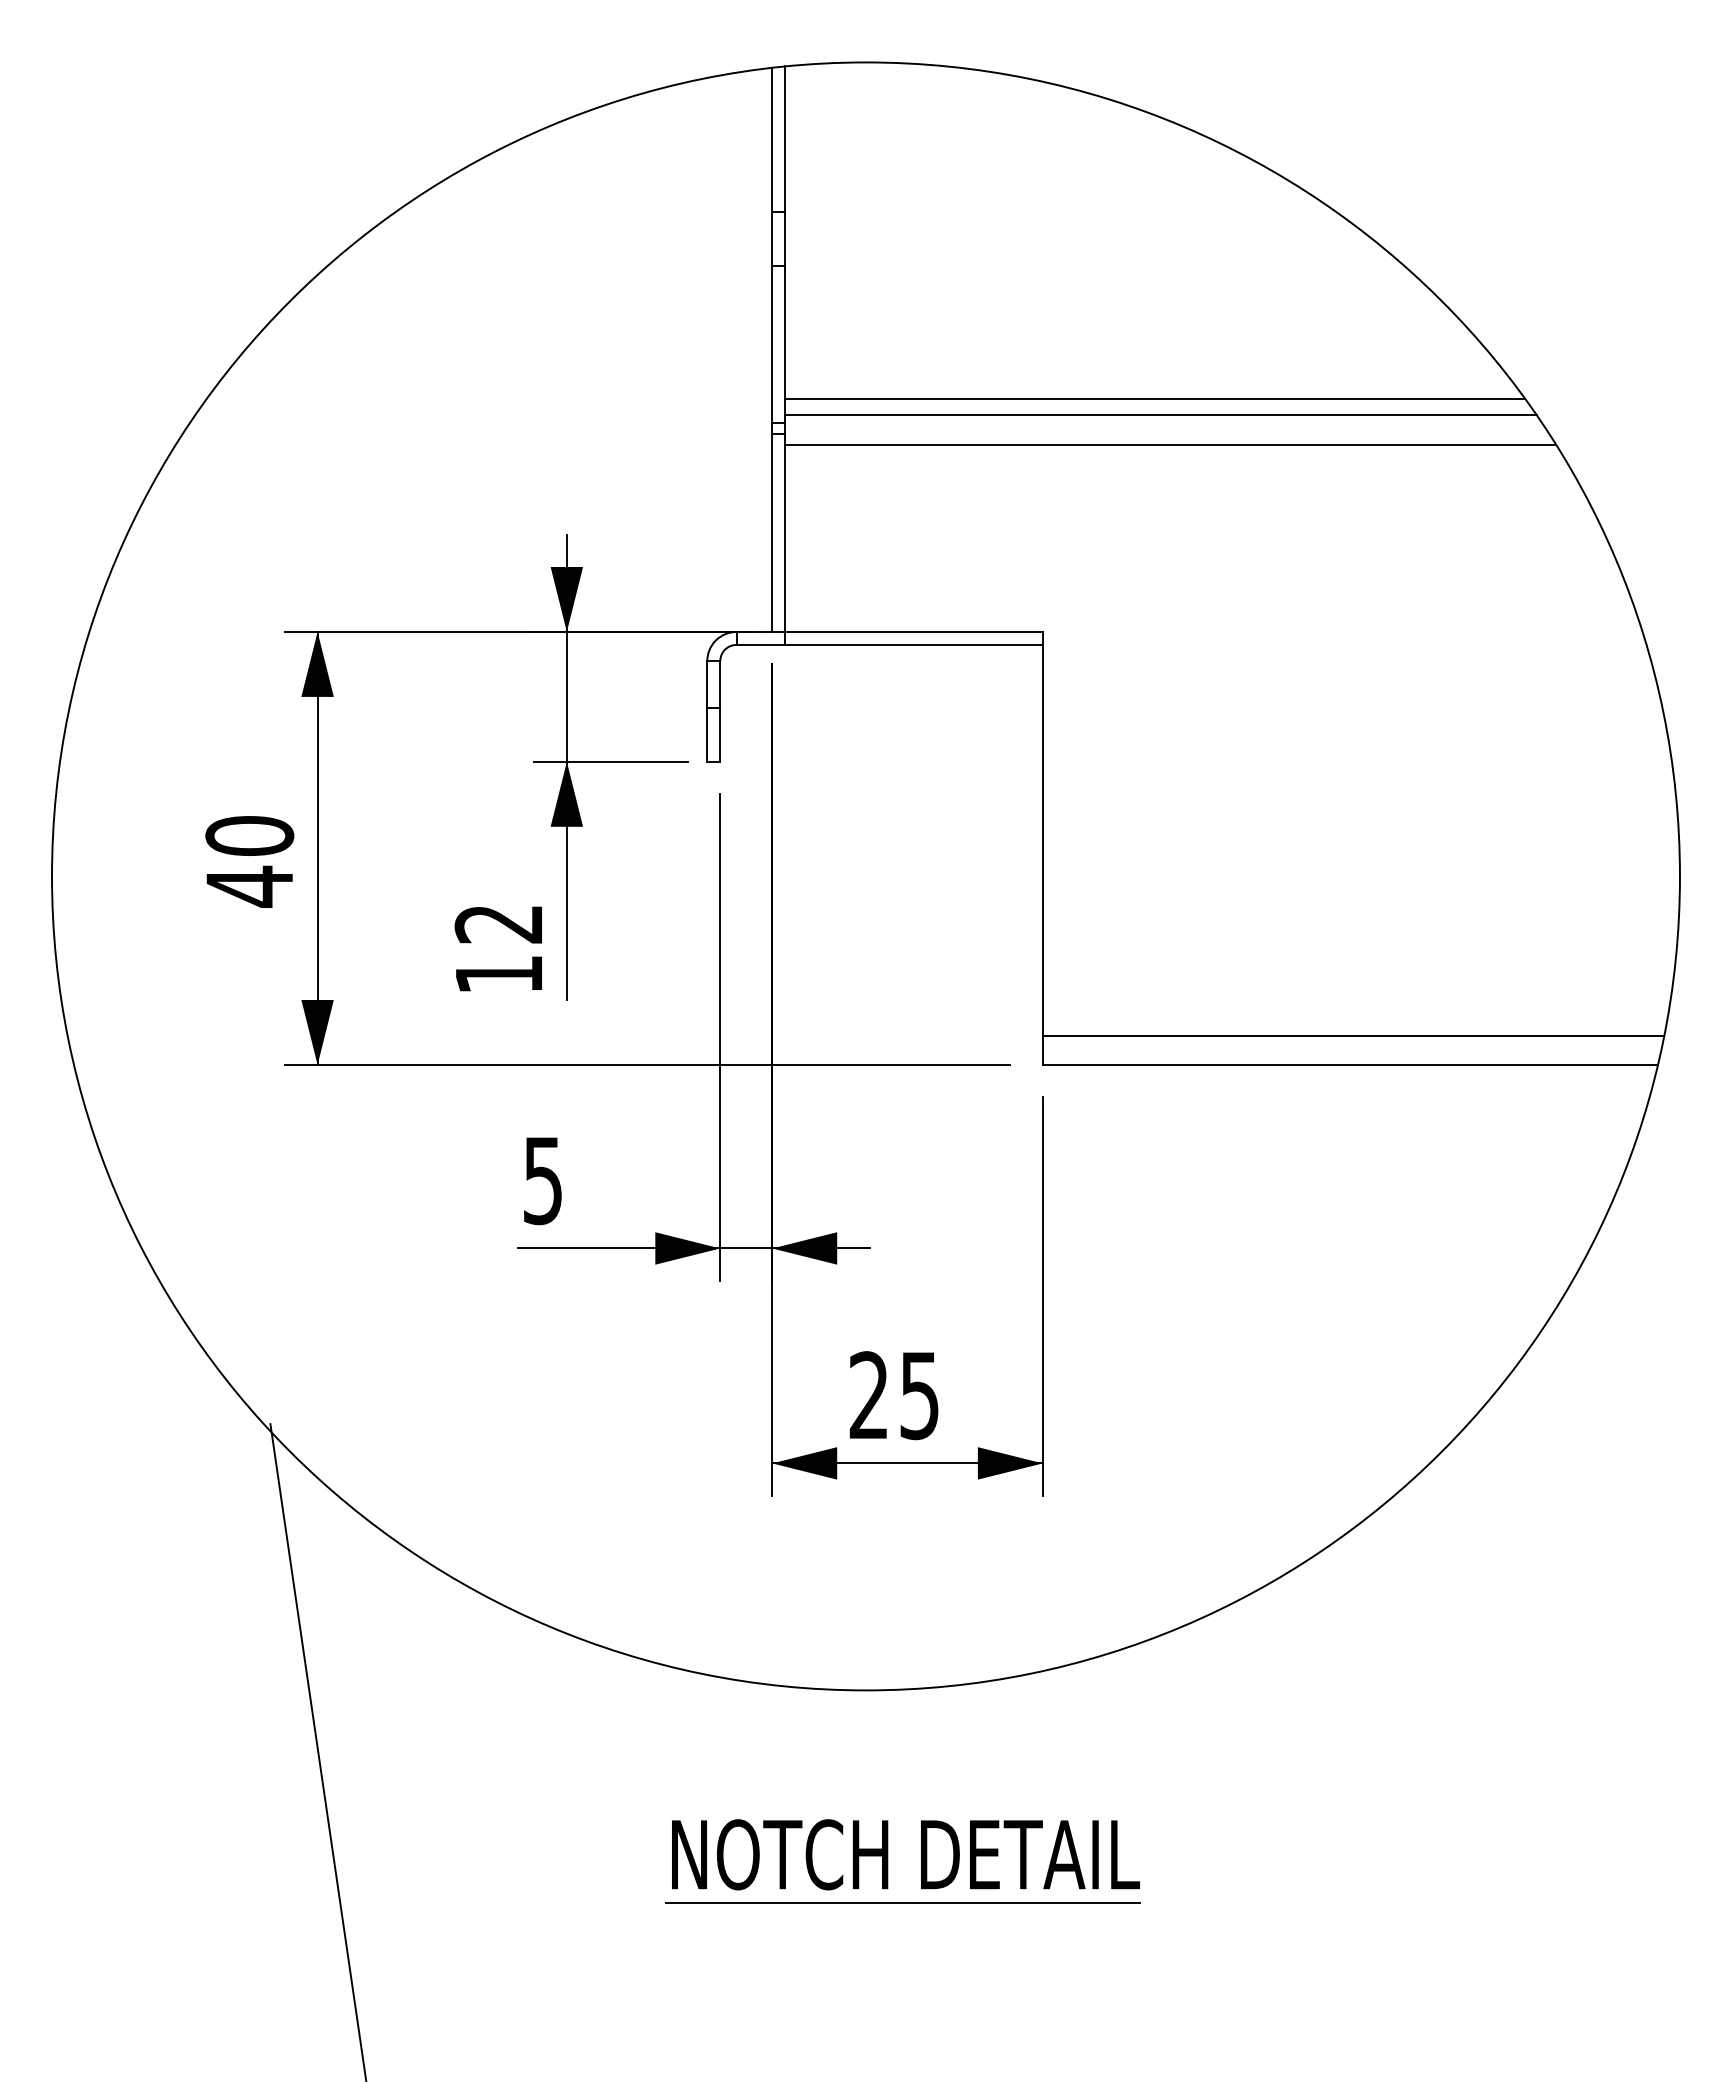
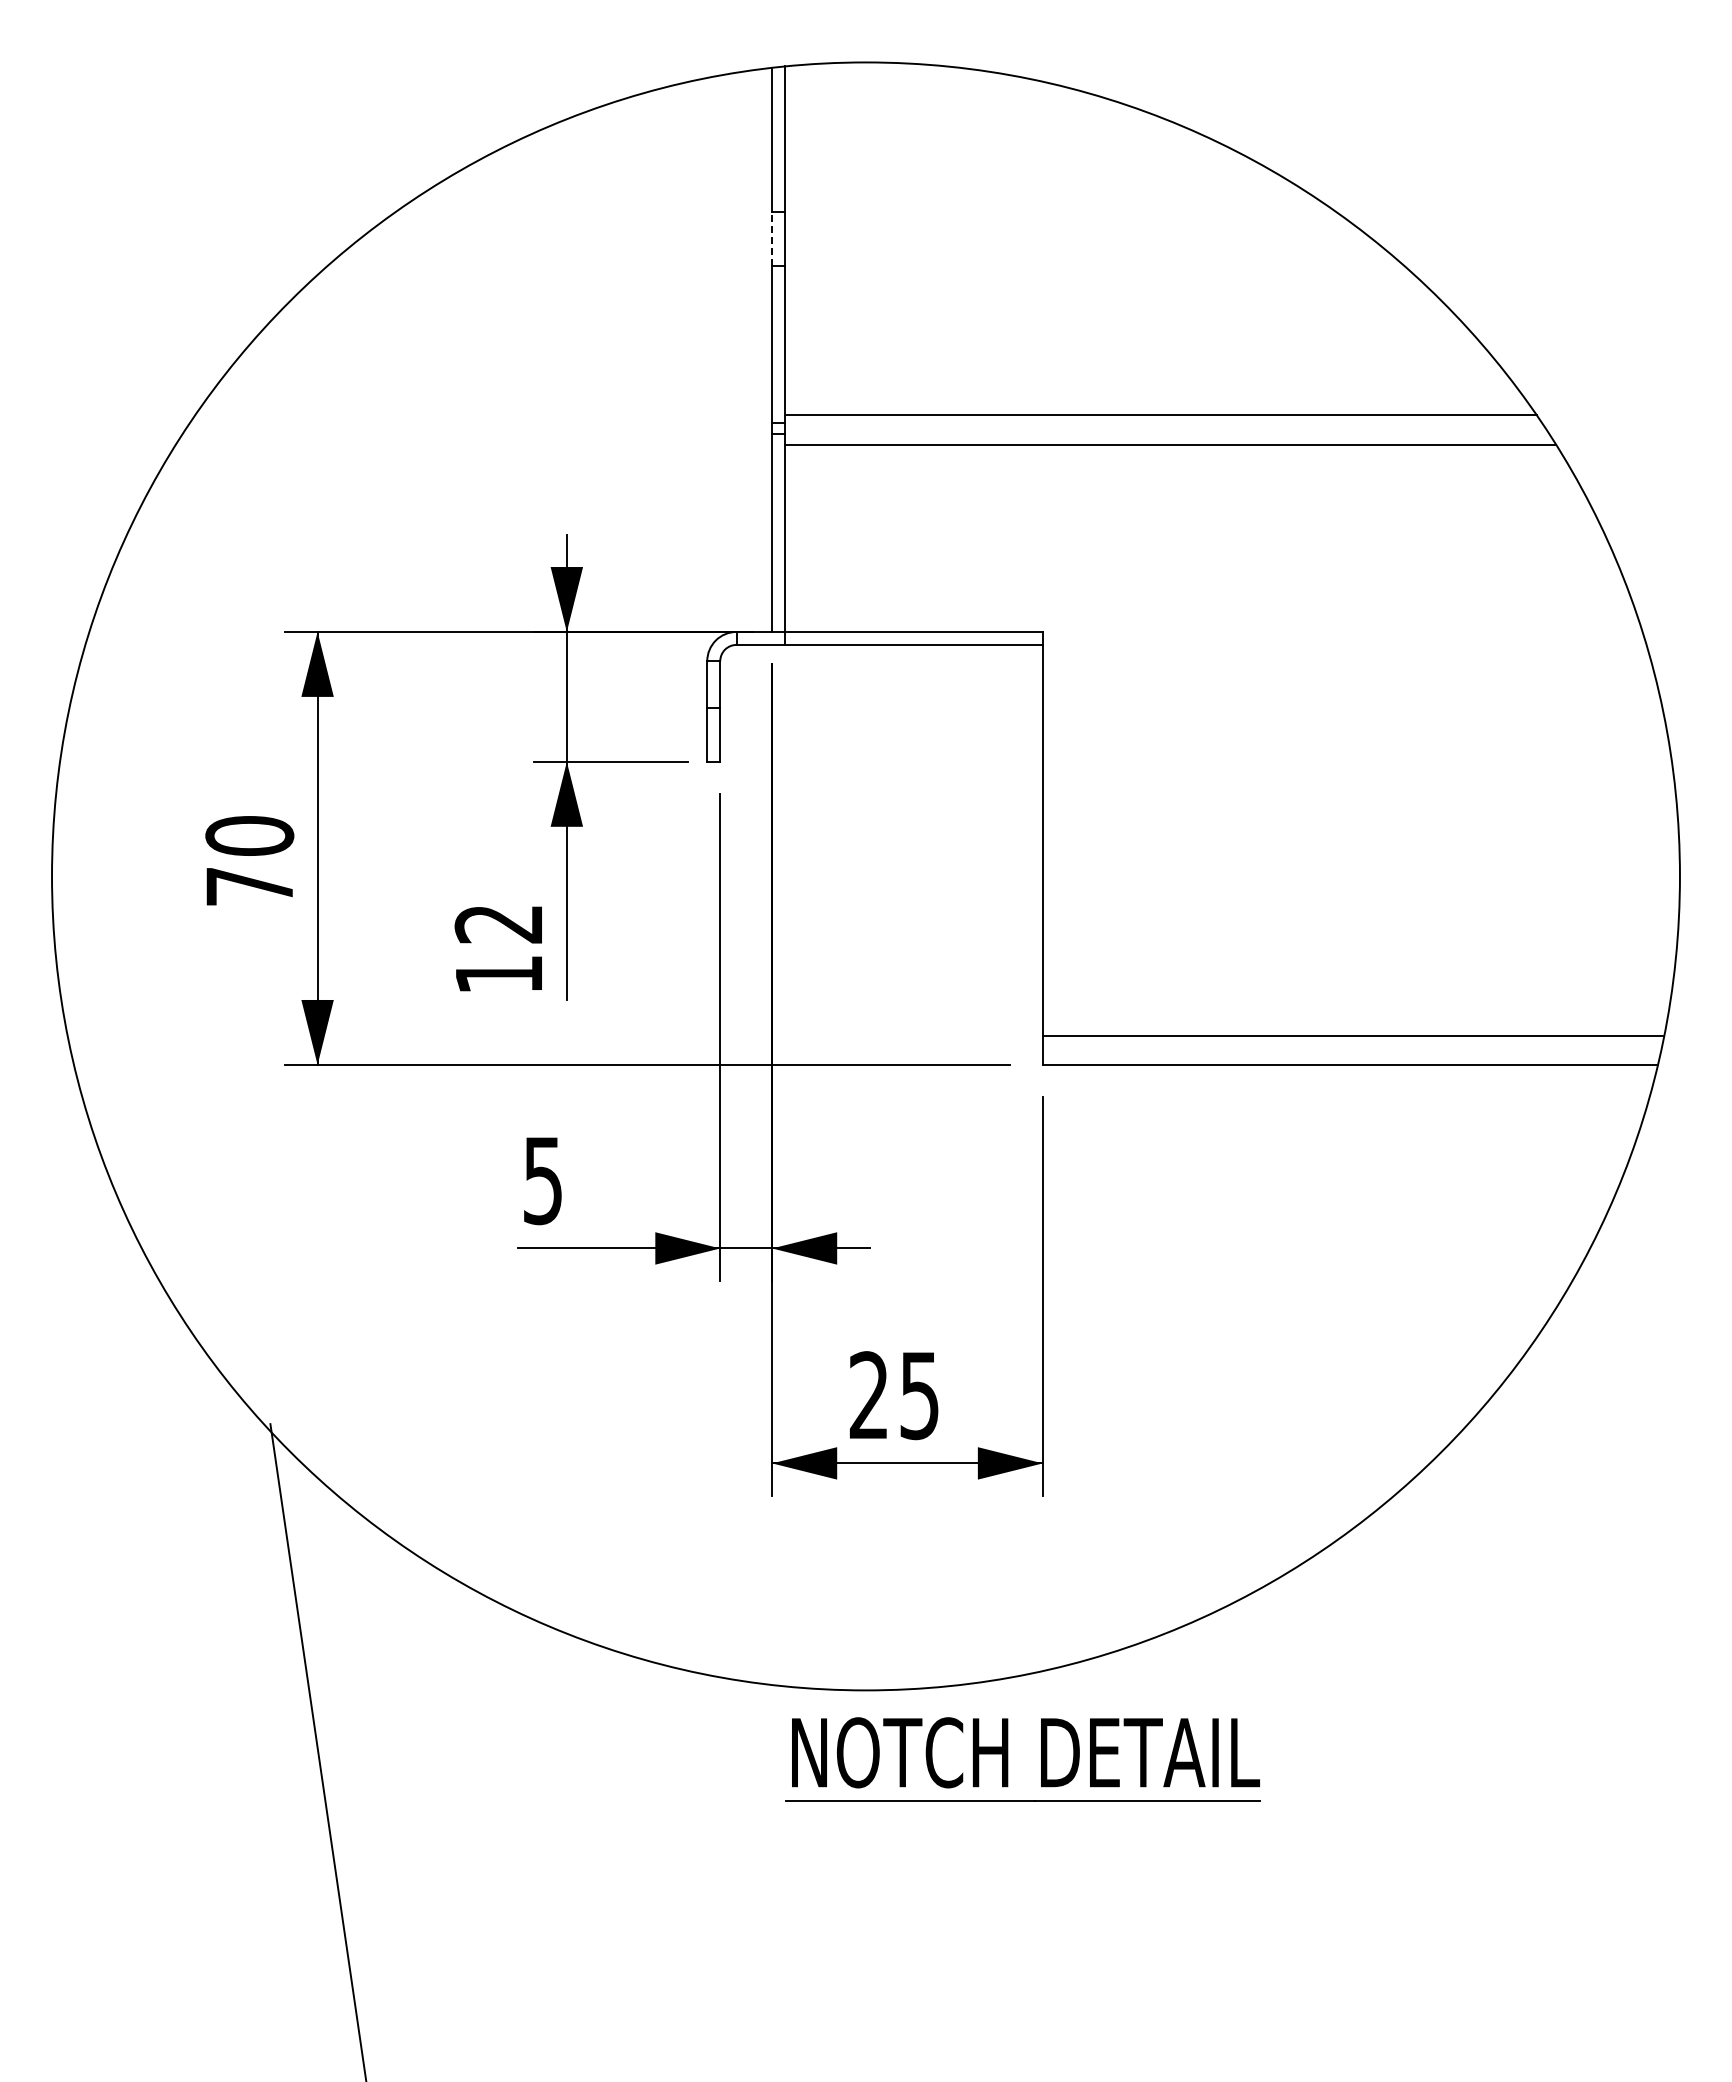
line at (772, 238): solid -> dashed
line at (1155, 399): present -> none
text at (249, 886): 40 -> 70
part at (888, 1861) position: (888, 1861) -> (1008, 1759)
